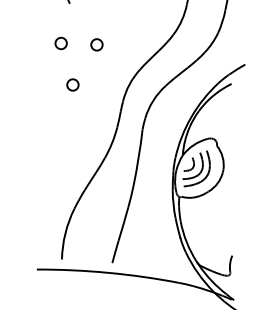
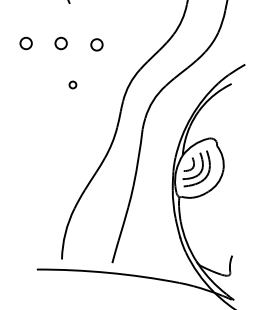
circle at (25, 43): none -> present
circle at (72, 84) size: 14x14 px -> 10x10 px
